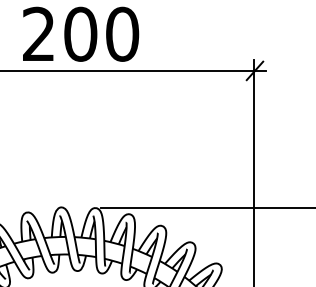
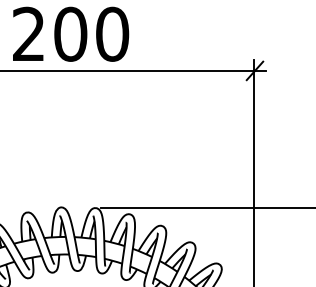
text at (81, 33) position: (81, 33) -> (71, 33)
